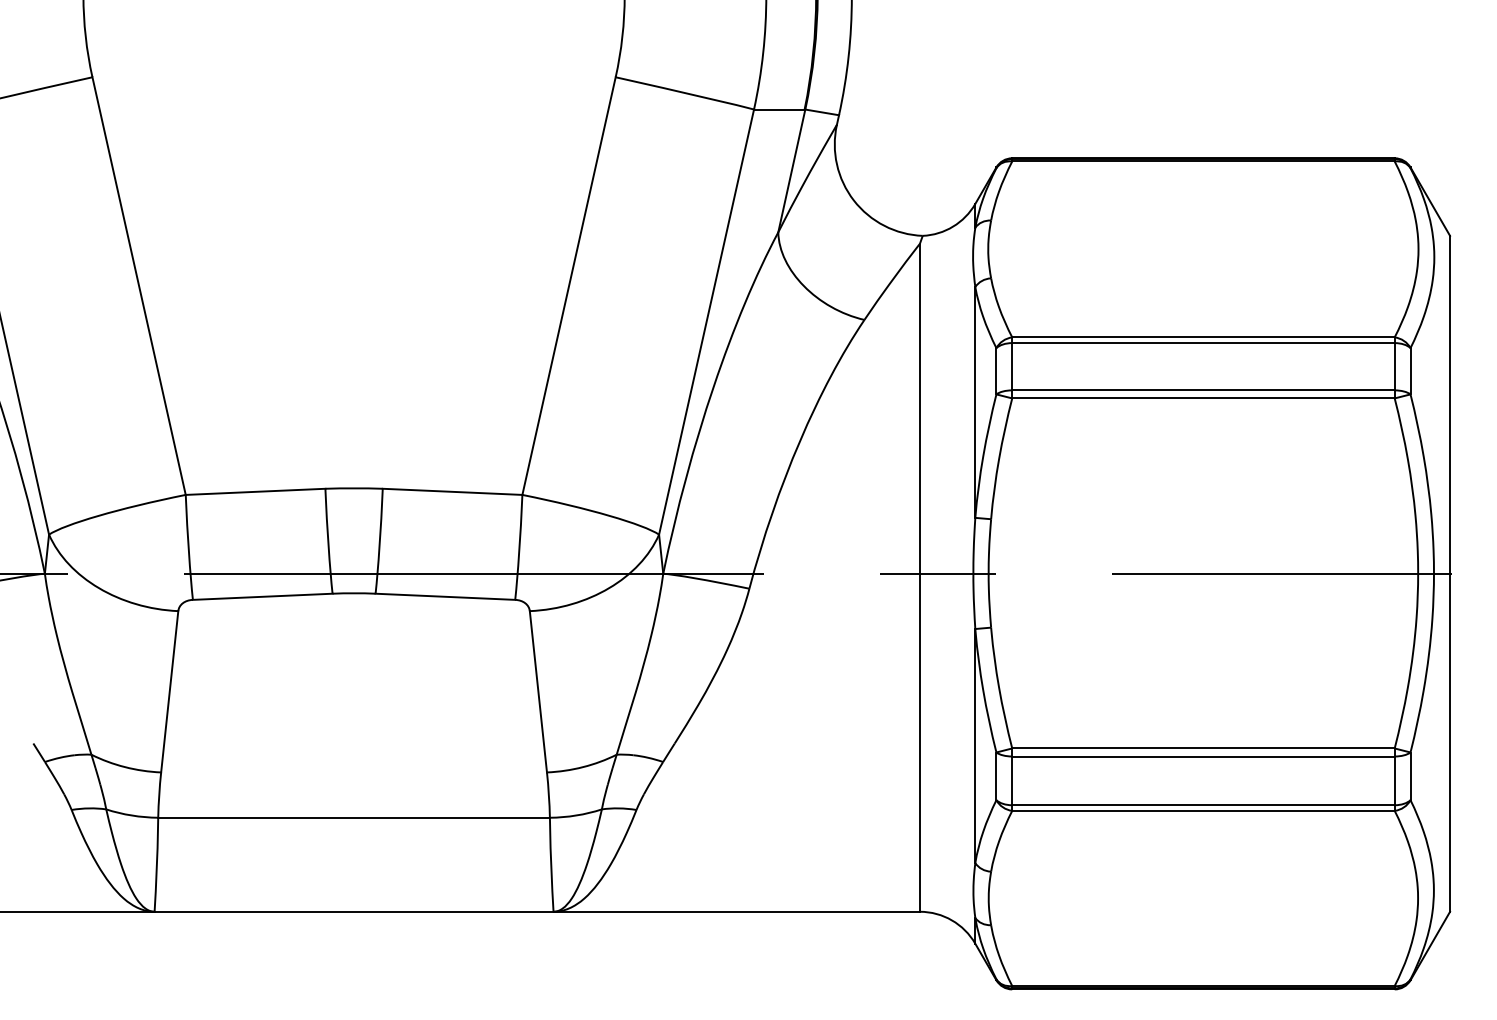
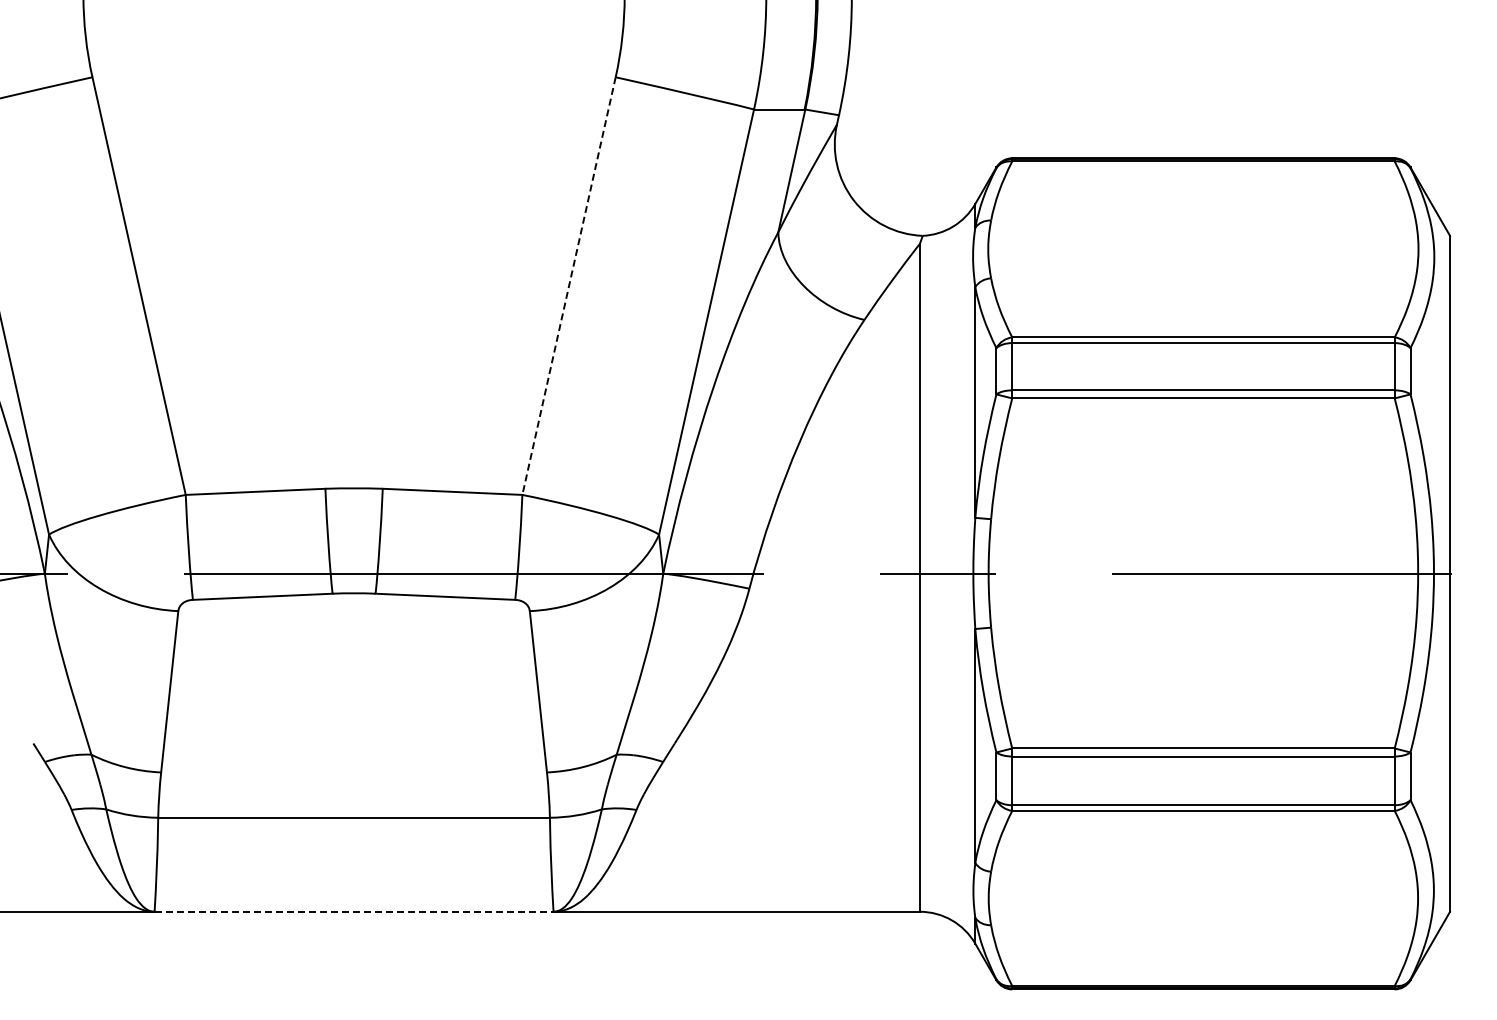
line at (569, 286): solid -> dashed
line at (354, 911): solid -> dashed
